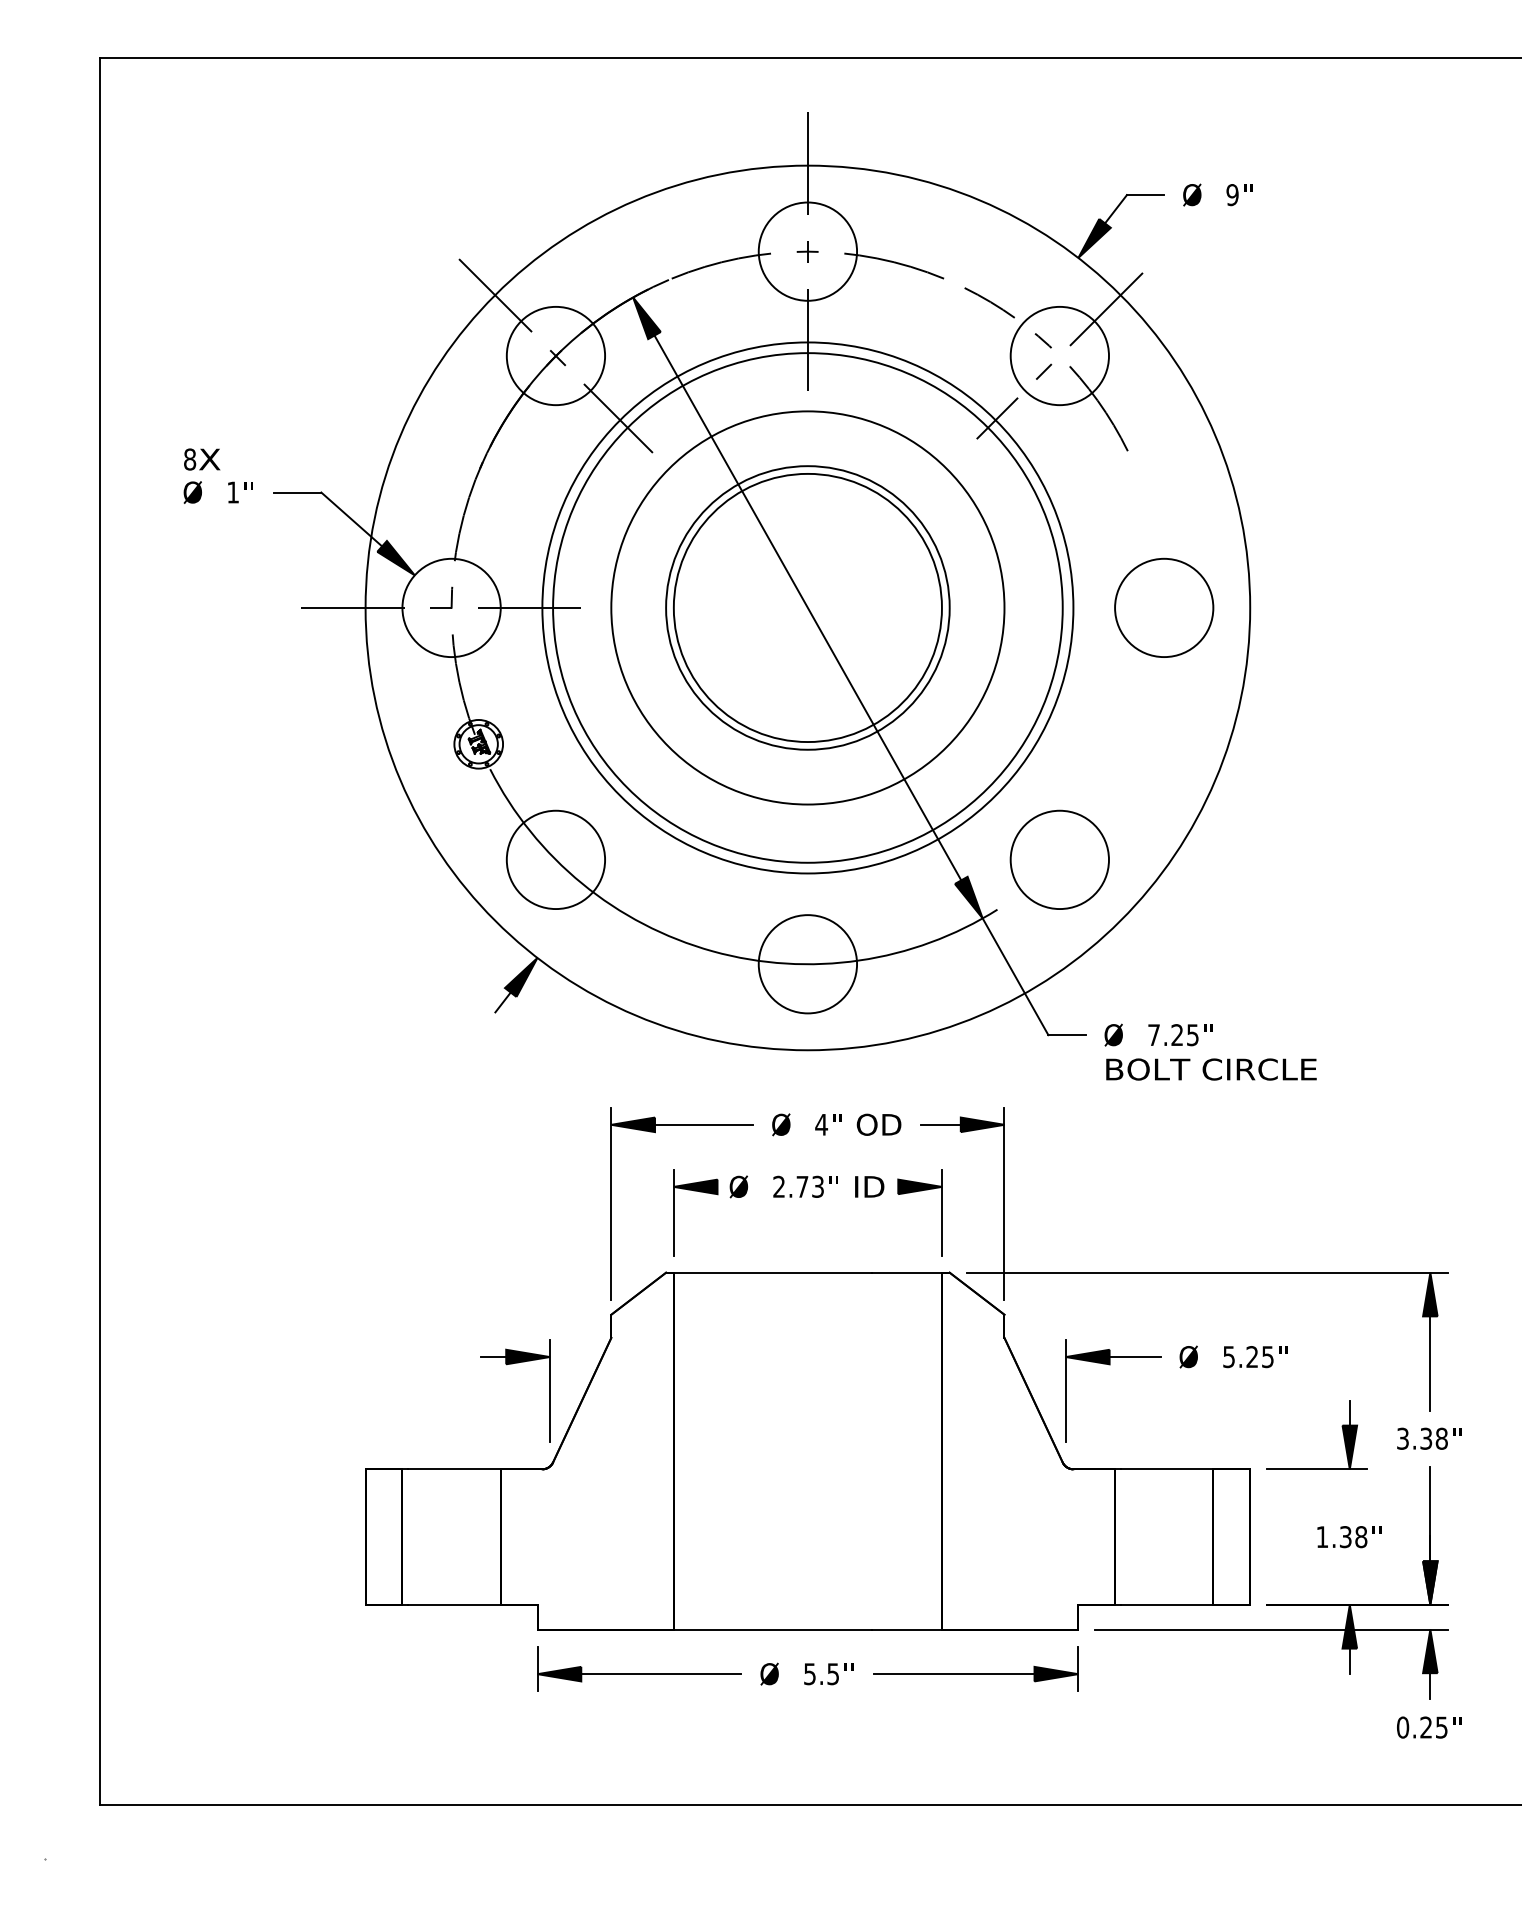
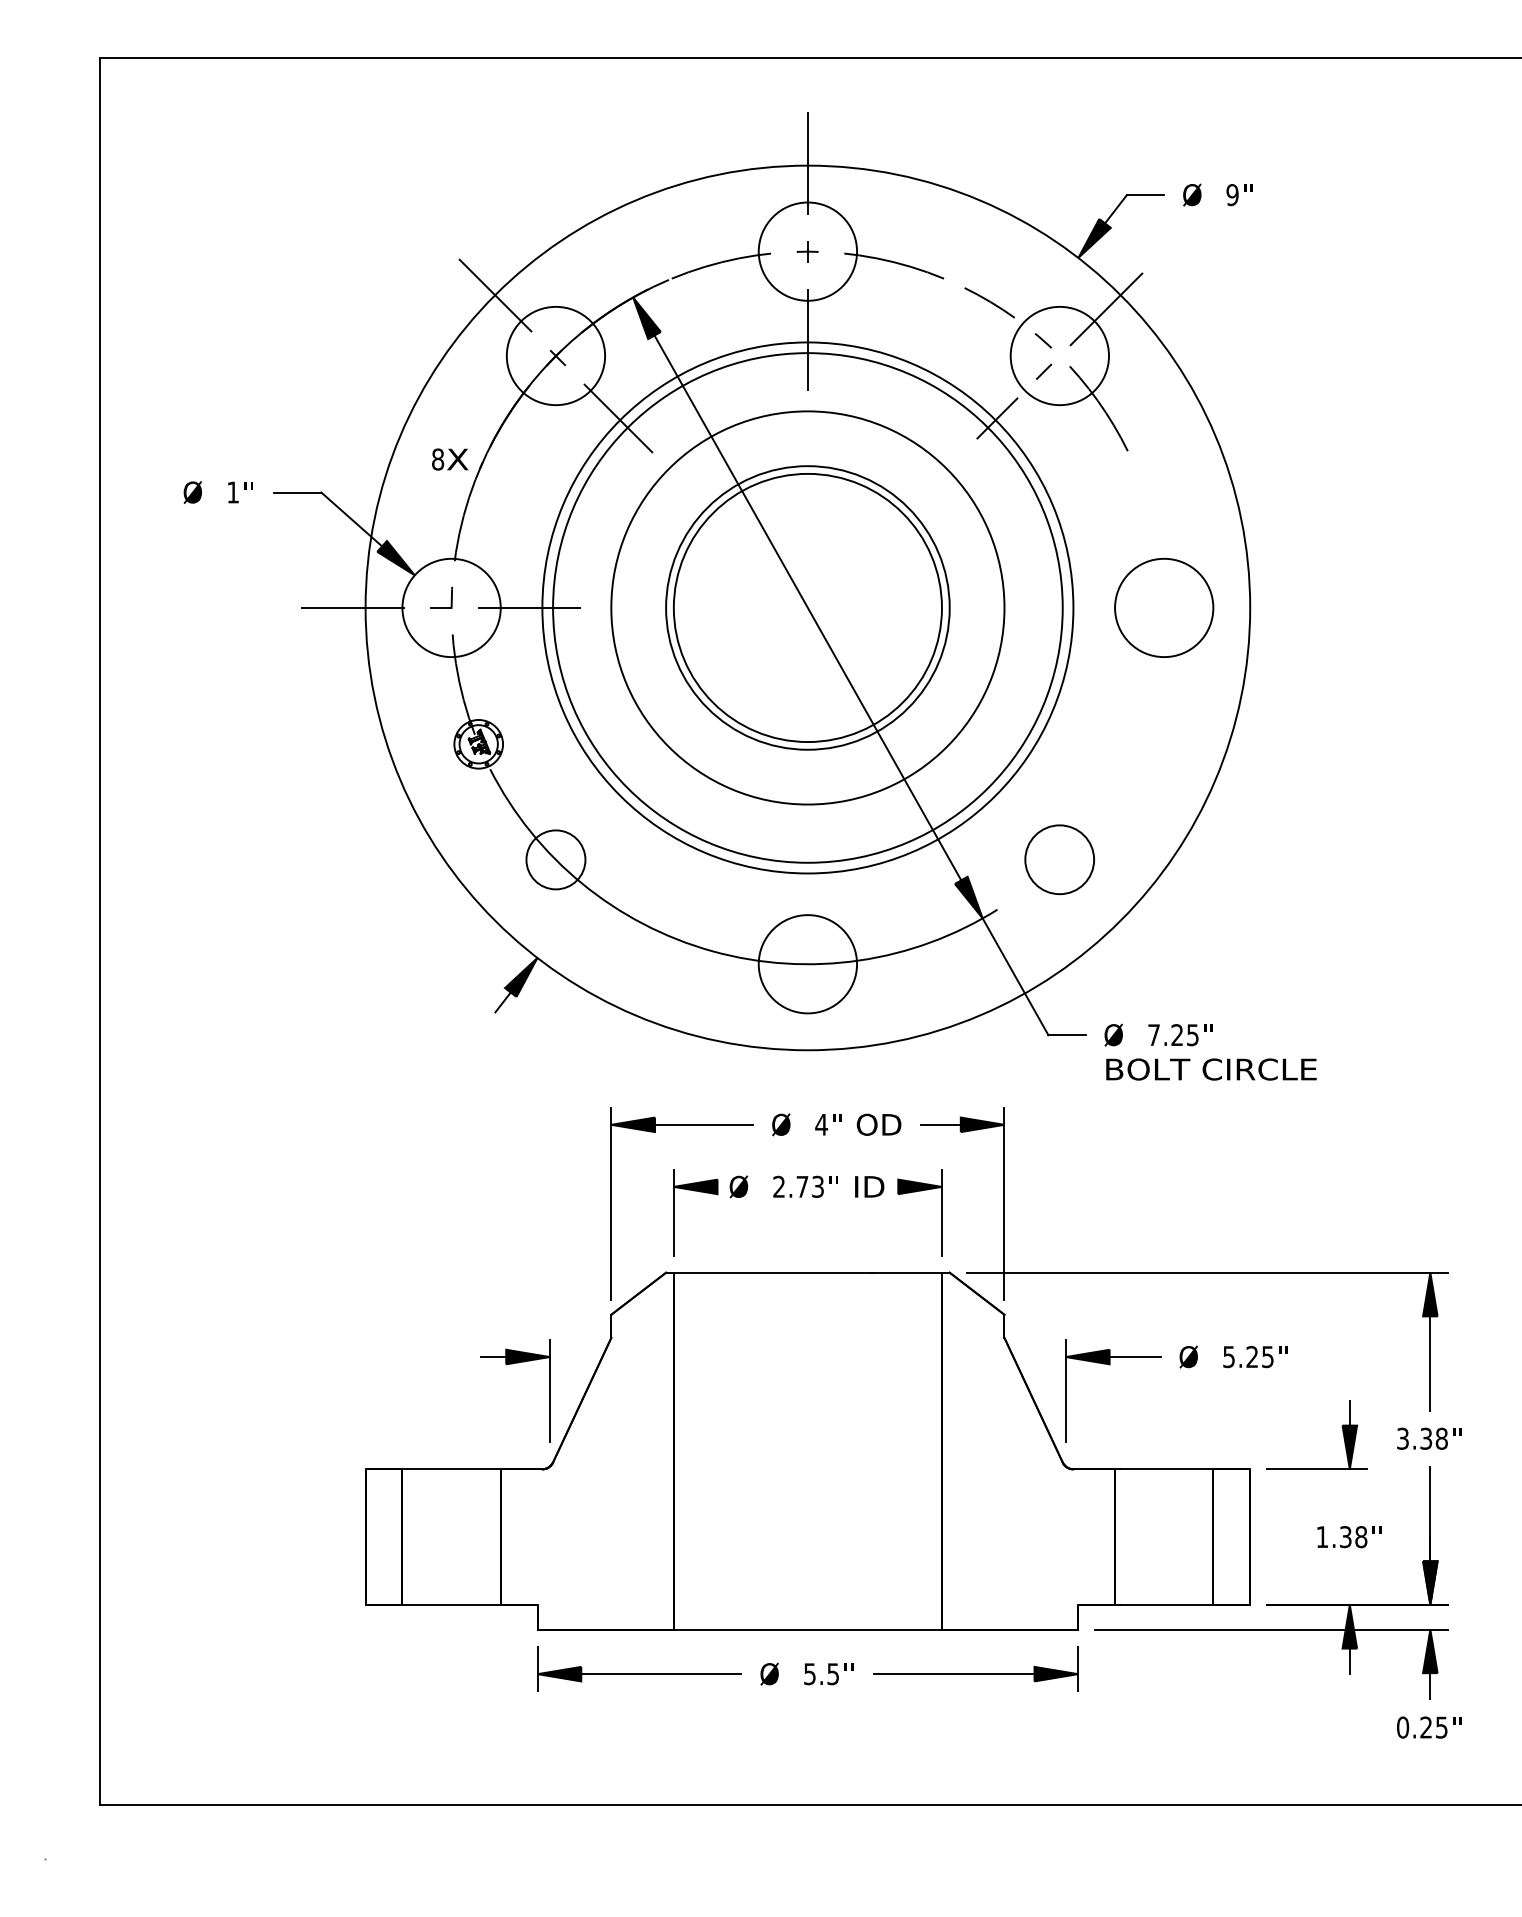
text at (202, 459) position: (202, 459) -> (450, 459)
circle at (555, 859) diameter: 98 px -> 59 px
circle at (1059, 859) size: 101x101 px -> 71x72 px
